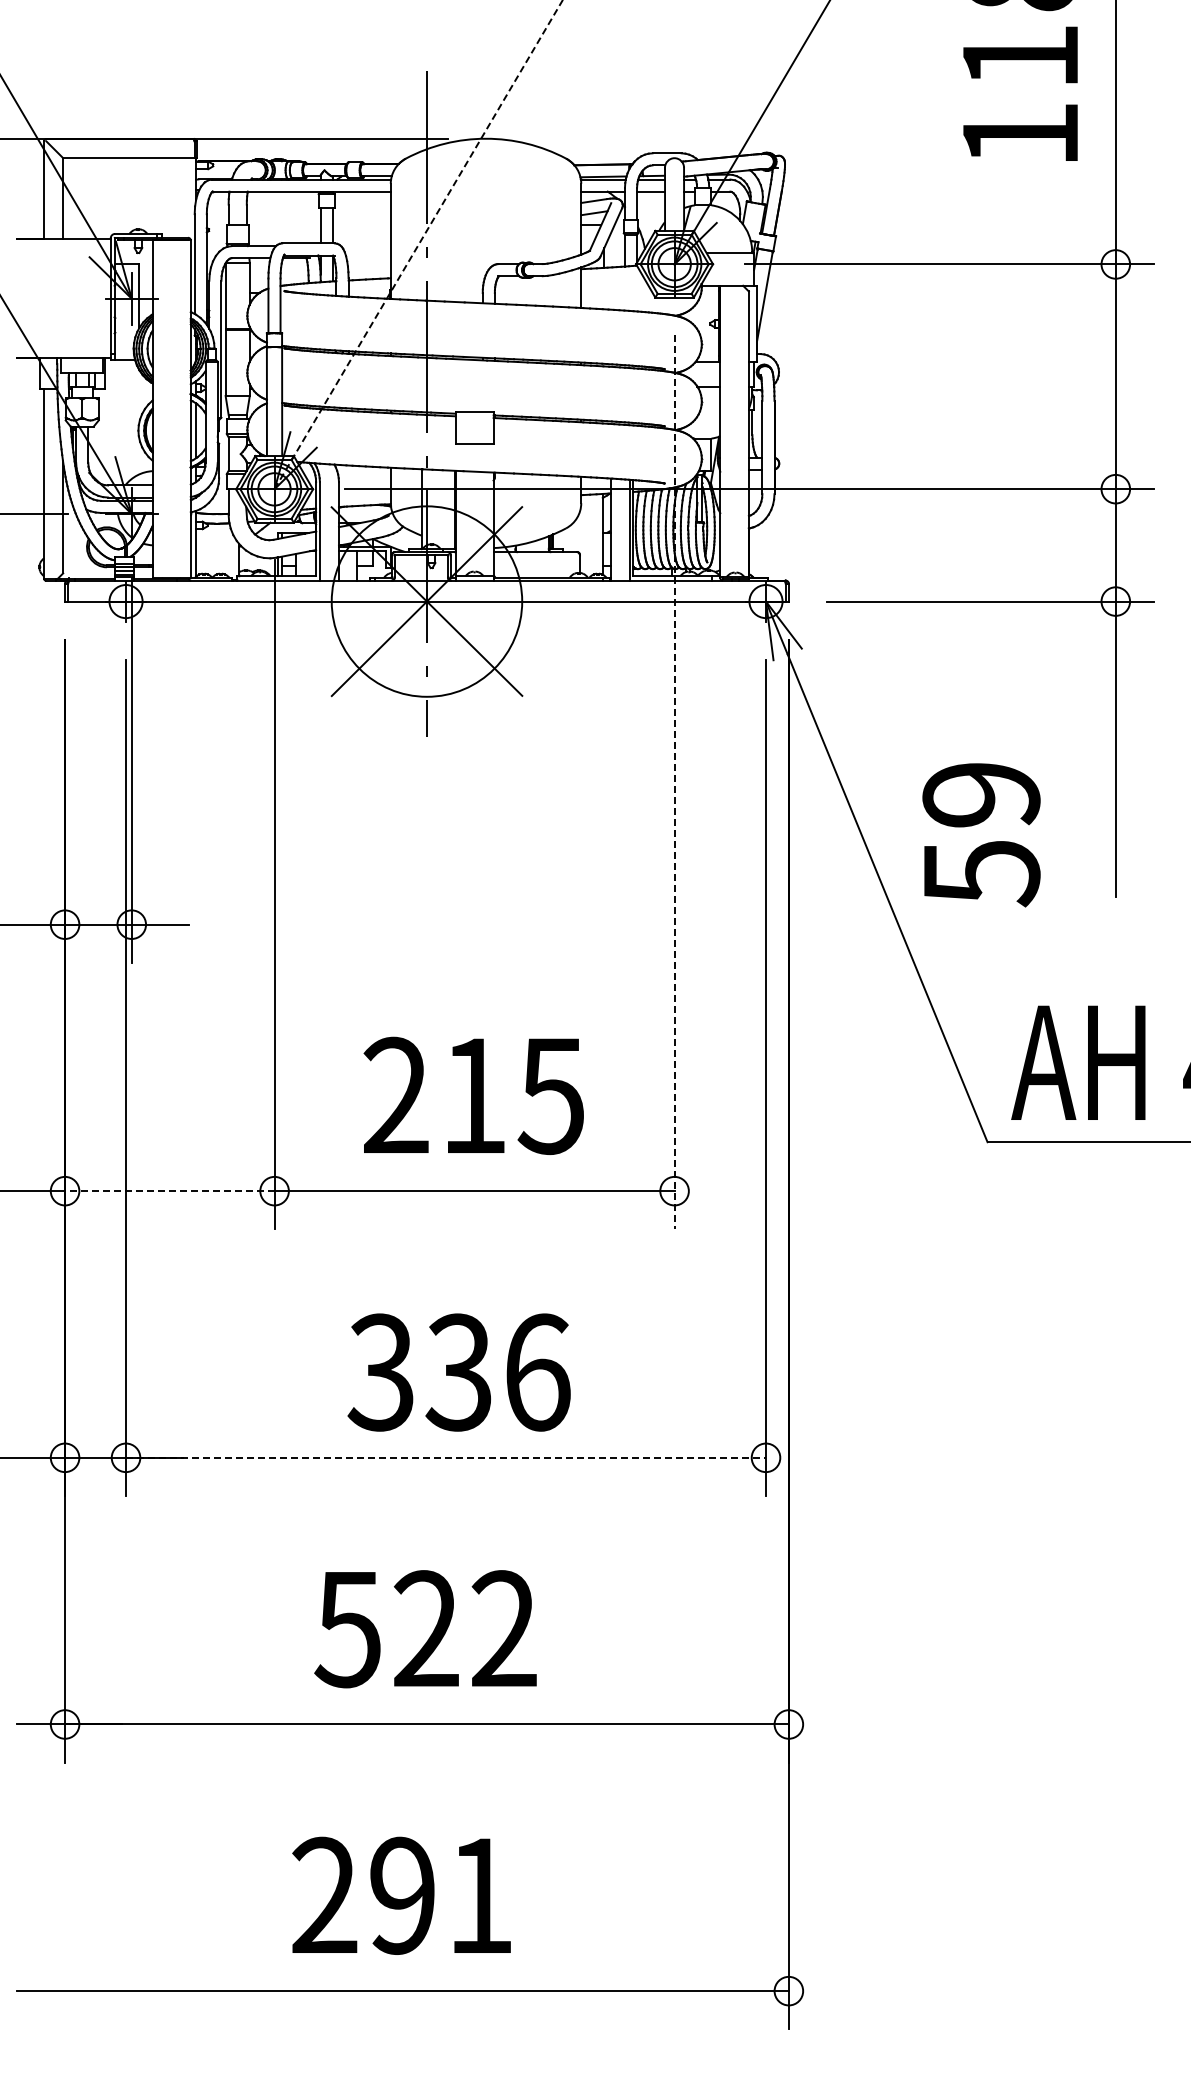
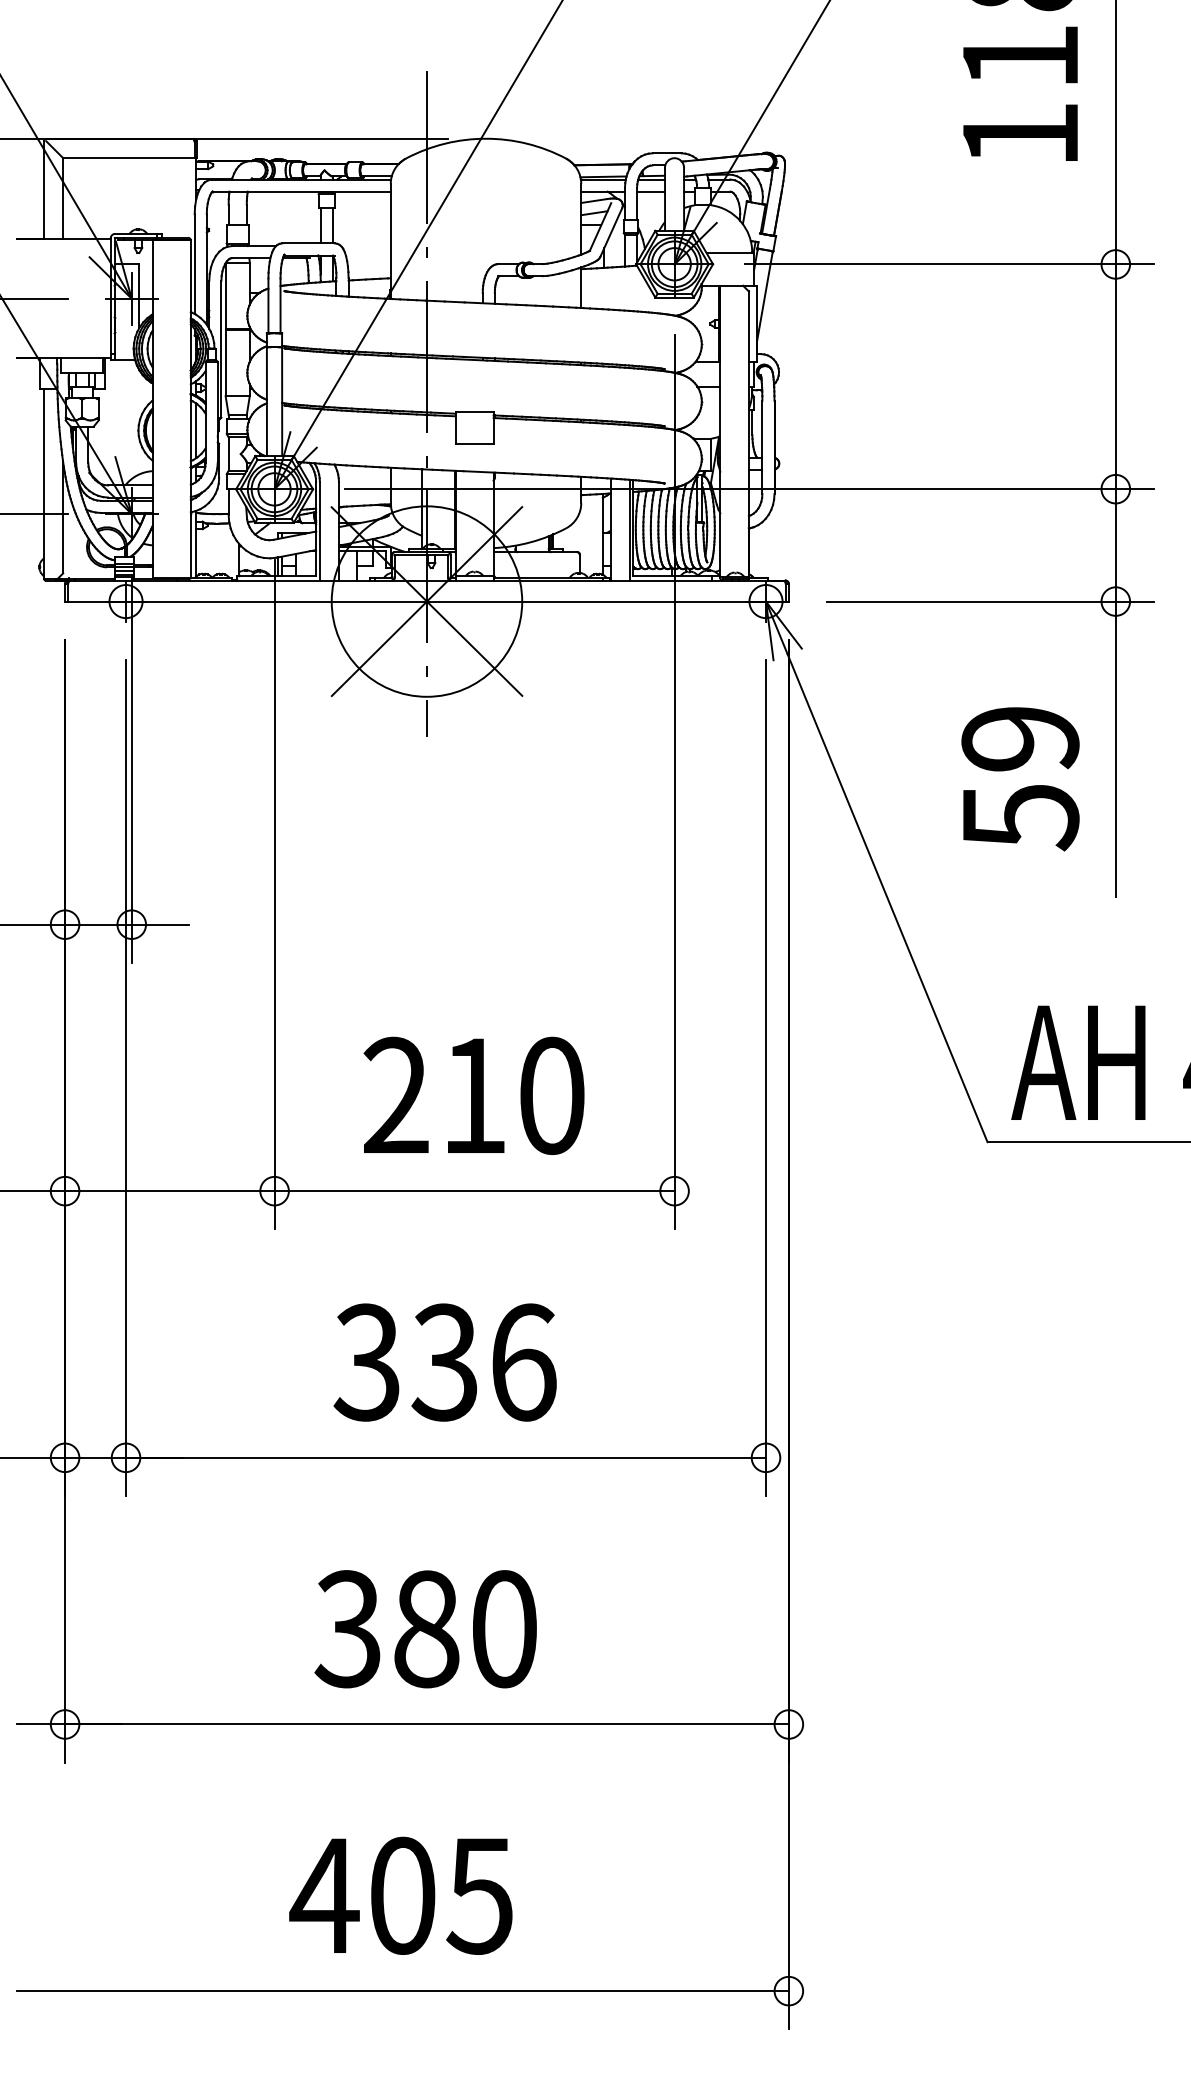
line at (418, 244): dashed -> solid
line at (34, 298): none -> present
line at (674, 782): dashed -> solid
text at (981, 835) position: (981, 835) -> (1020, 779)
text at (550, 1095): 215 -> 210
line at (169, 1191): dashed -> solid
text at (458, 1372) position: (458, 1372) -> (444, 1362)
line at (446, 1457): dashed -> solid
text at (425, 1629): 522 -> 380
text at (400, 1895): 291 -> 405
